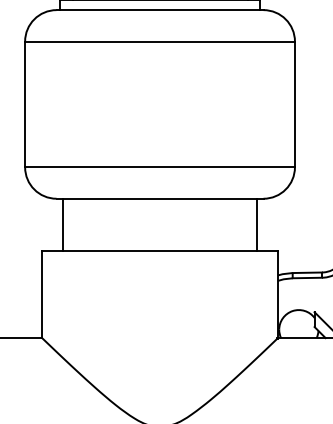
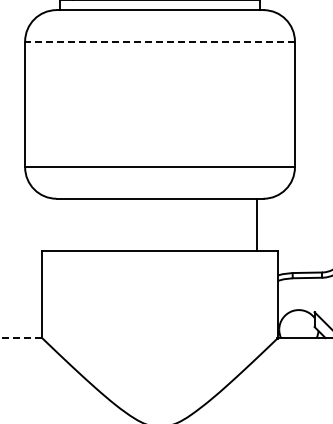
line at (160, 41): solid -> dashed
line at (63, 224): present -> none
line at (21, 338): solid -> dashed
